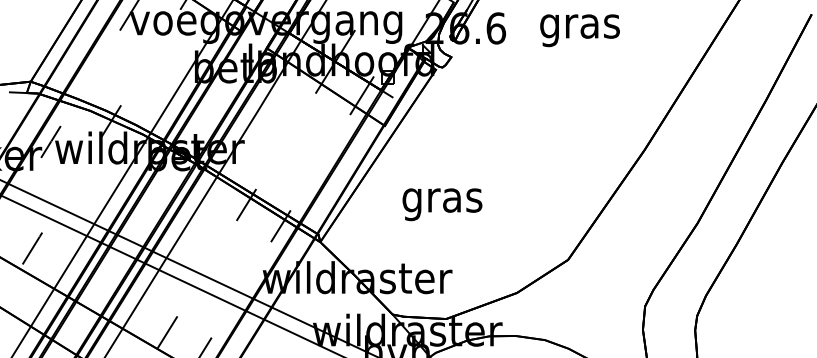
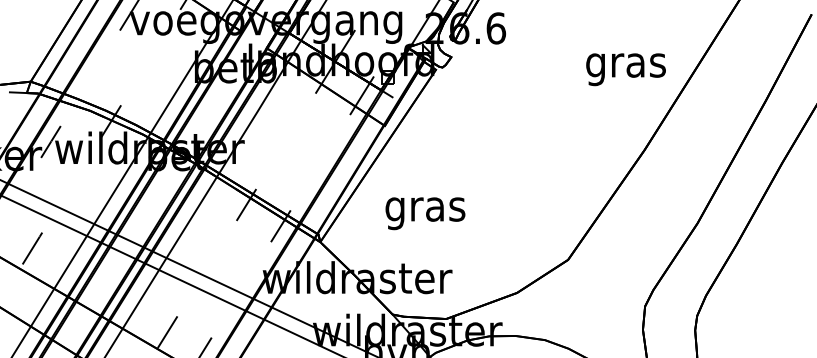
text at (579, 30) position: (579, 30) -> (625, 69)
text at (442, 204) position: (442, 204) -> (425, 213)
